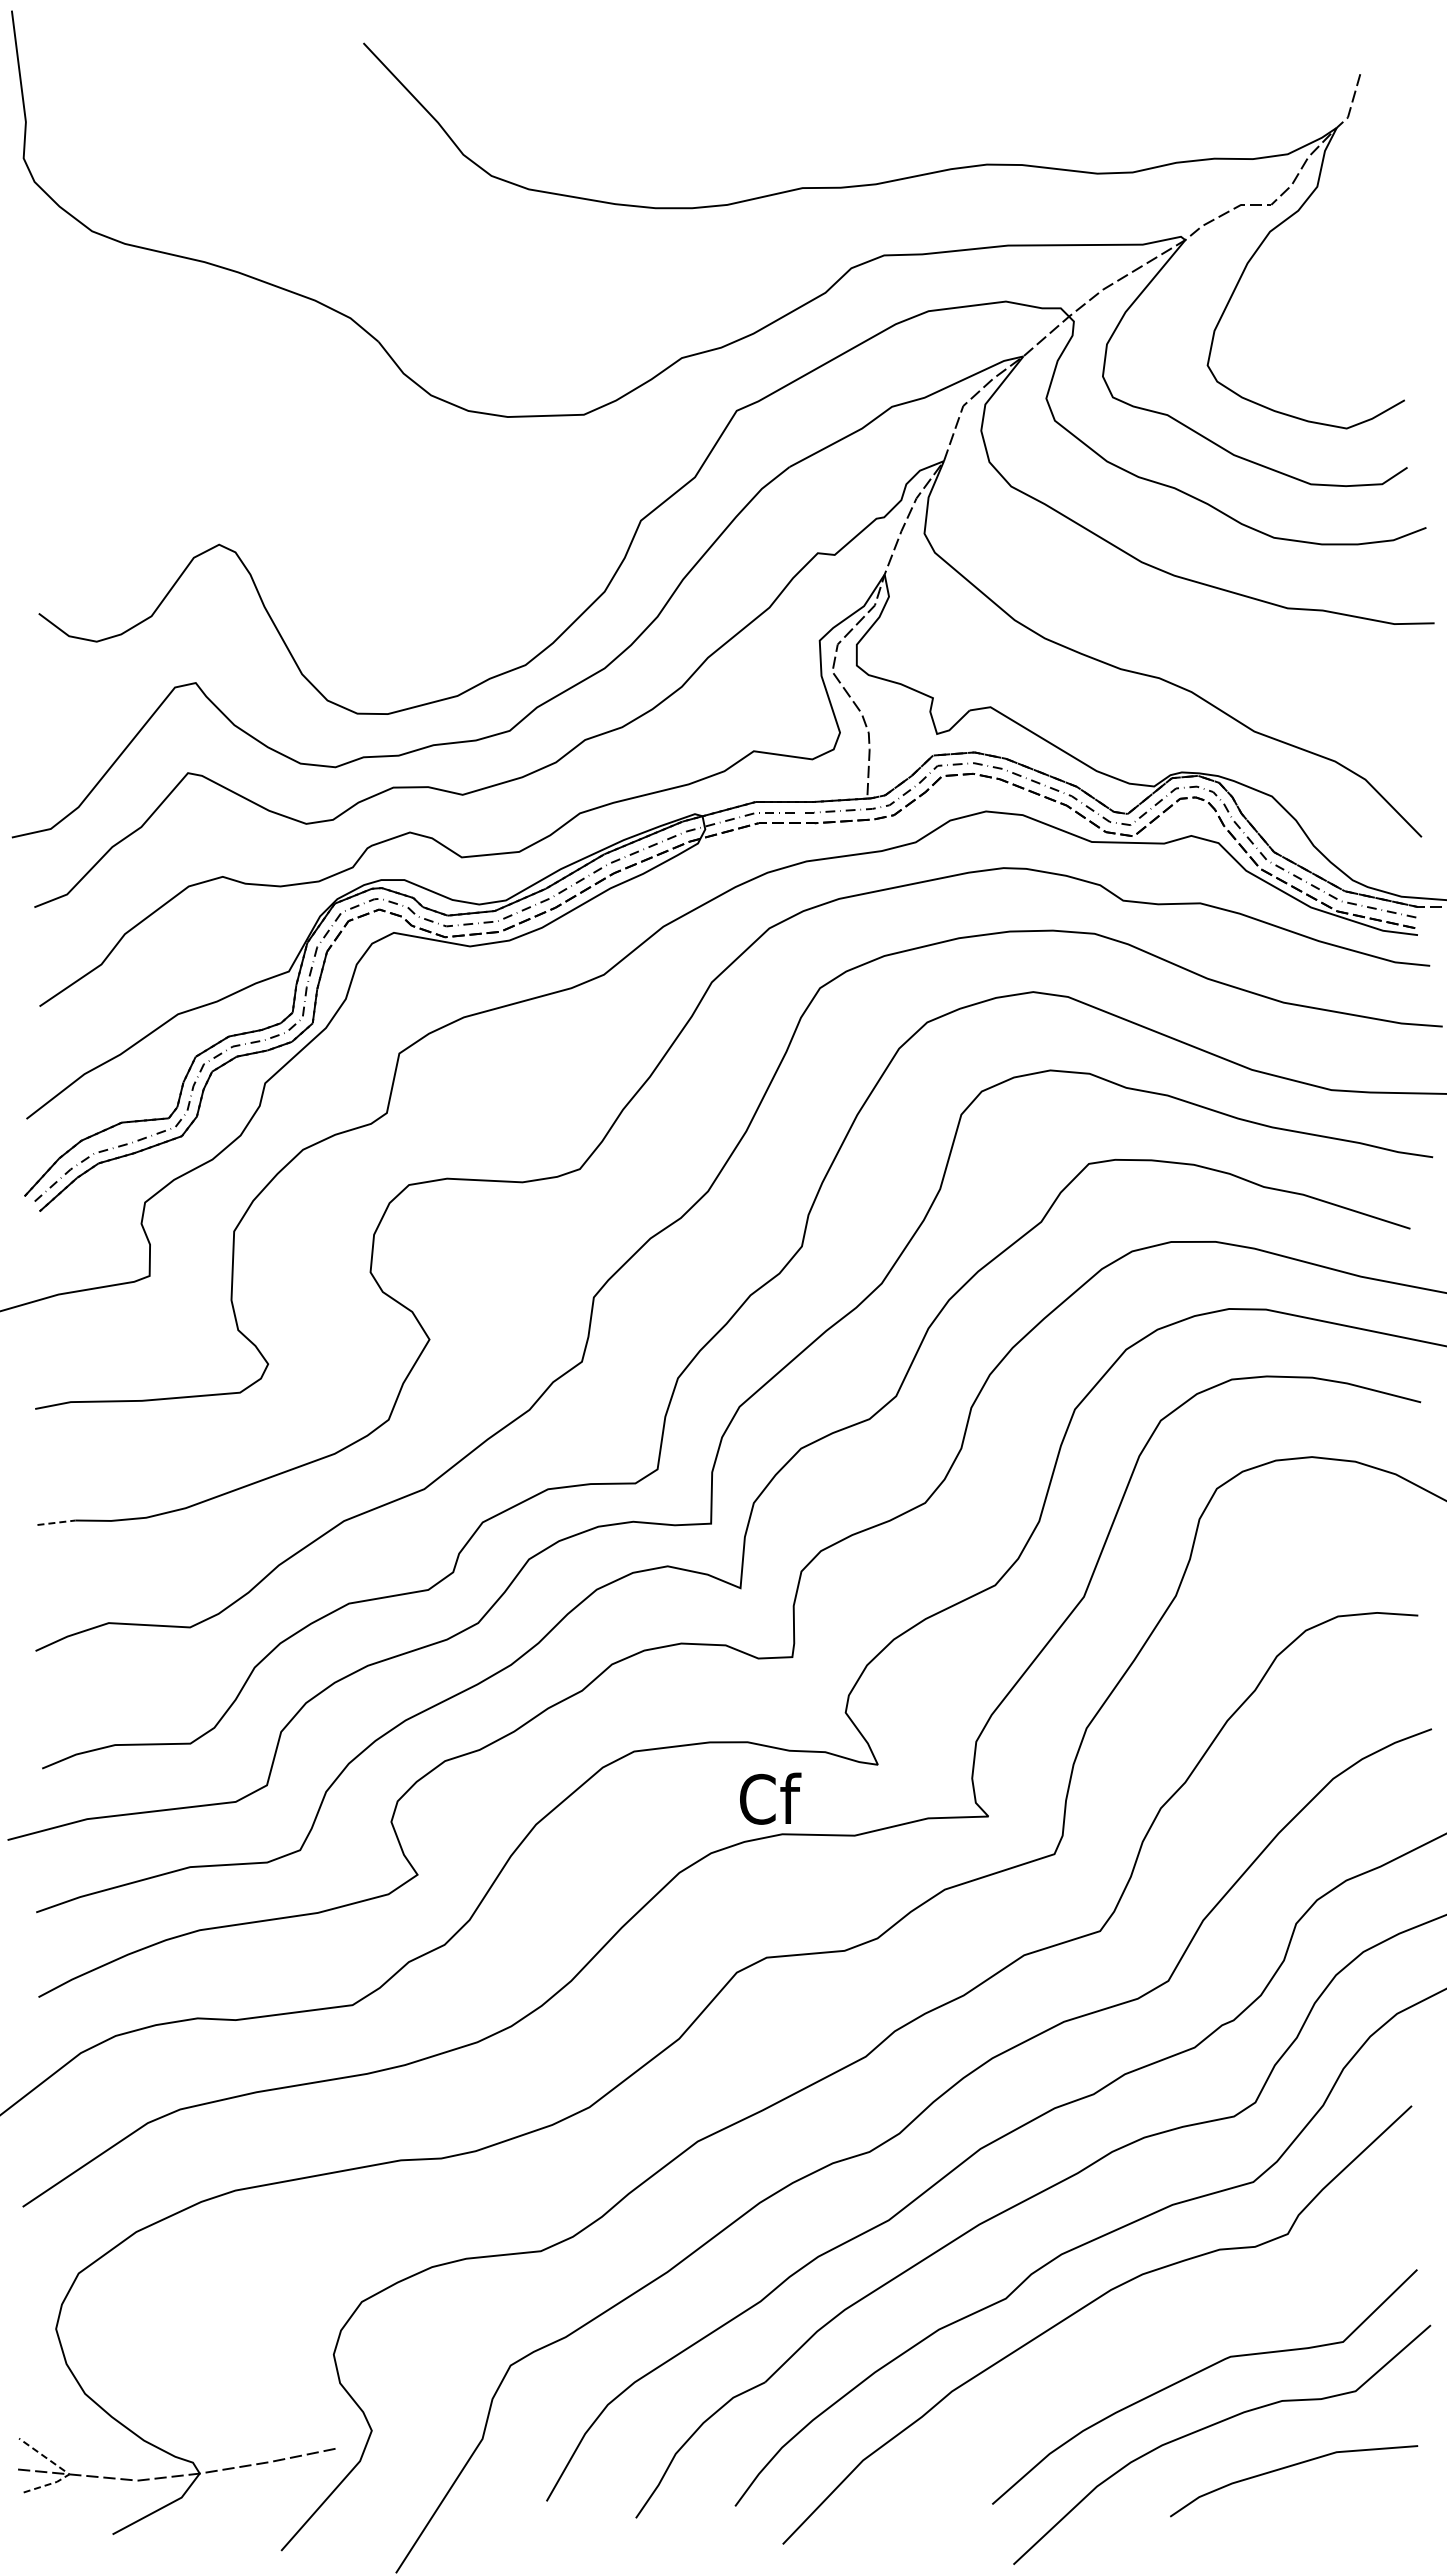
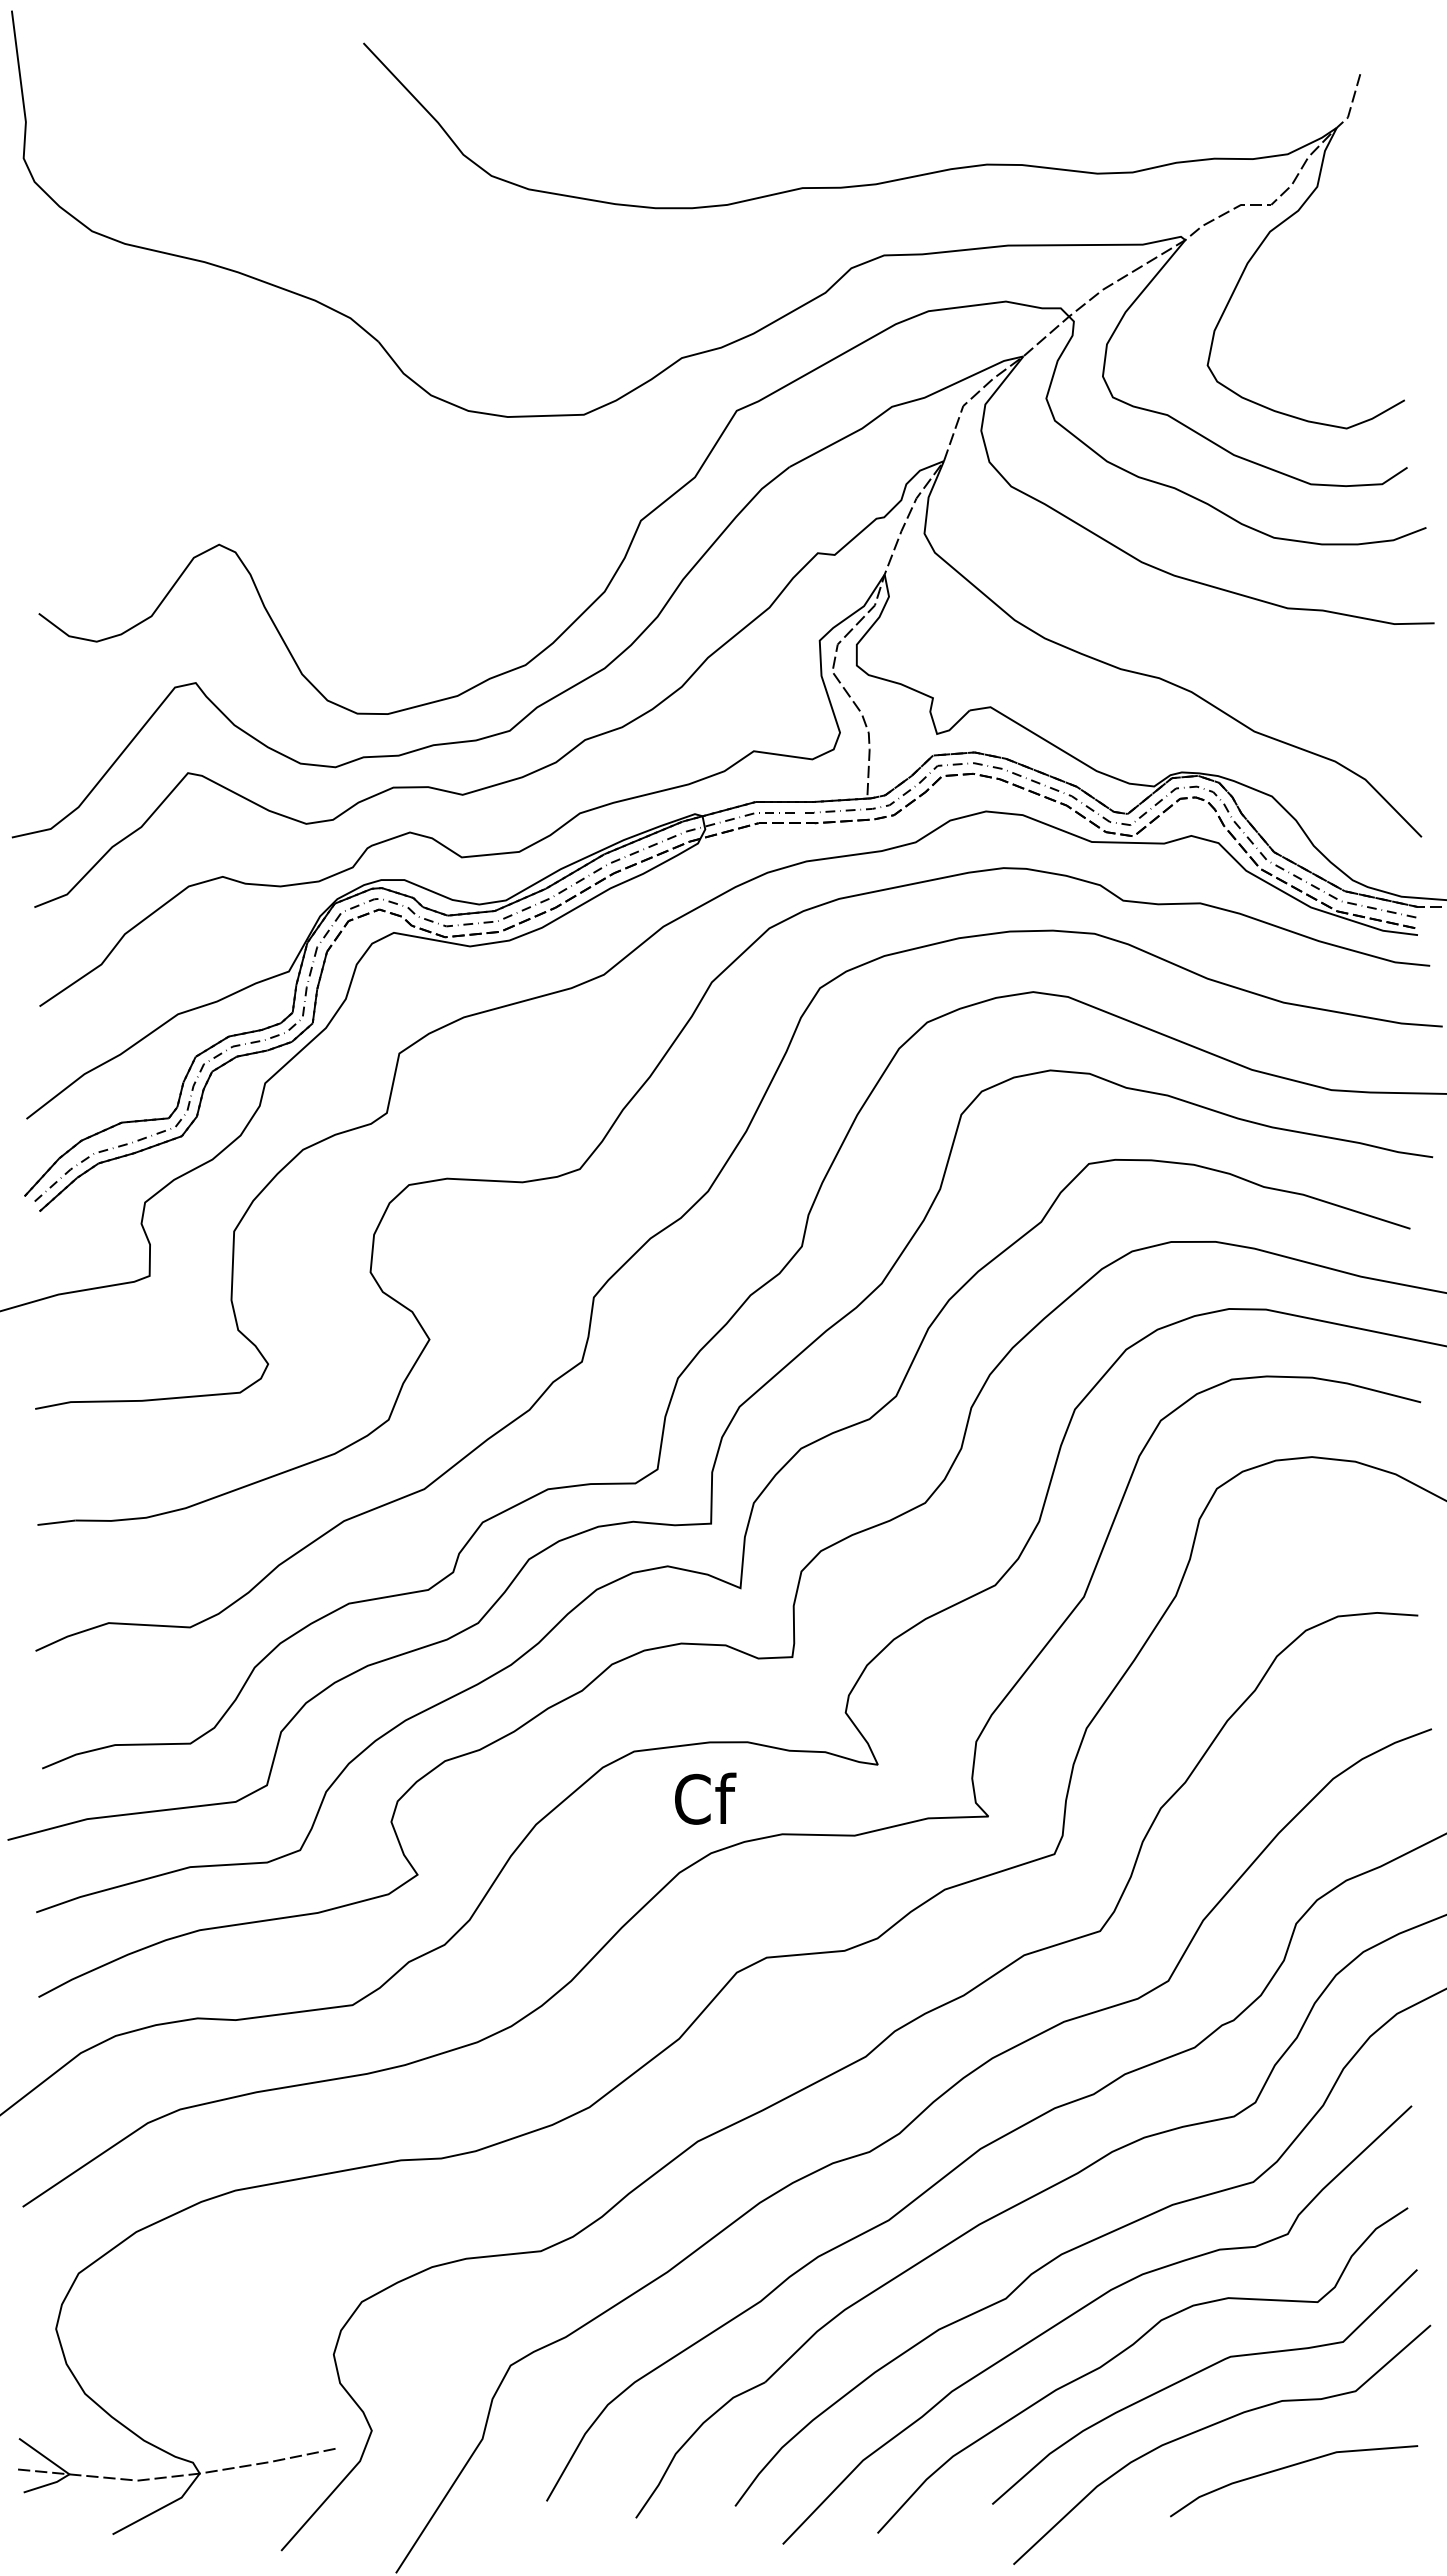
line at (57, 1522): dashed -> solid
text at (770, 1798) position: (770, 1798) -> (705, 1798)
curve at (1129, 2348): none -> present
line at (65, 2471): dashed -> solid
